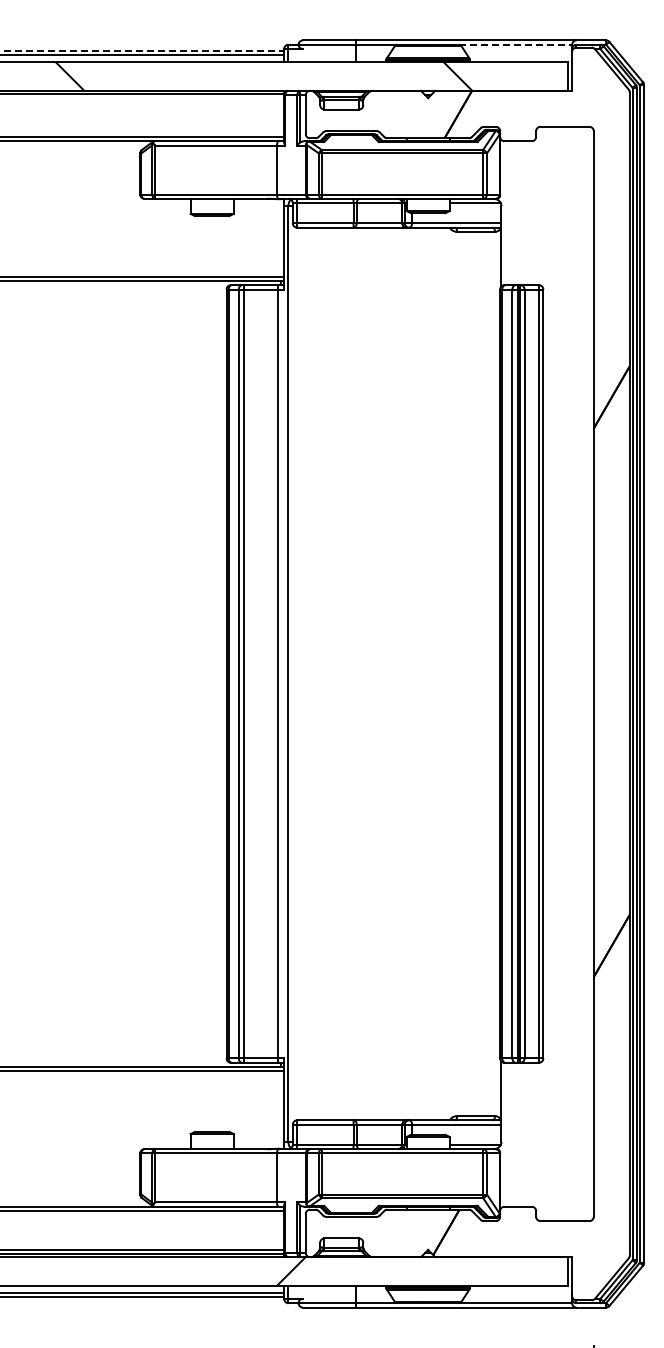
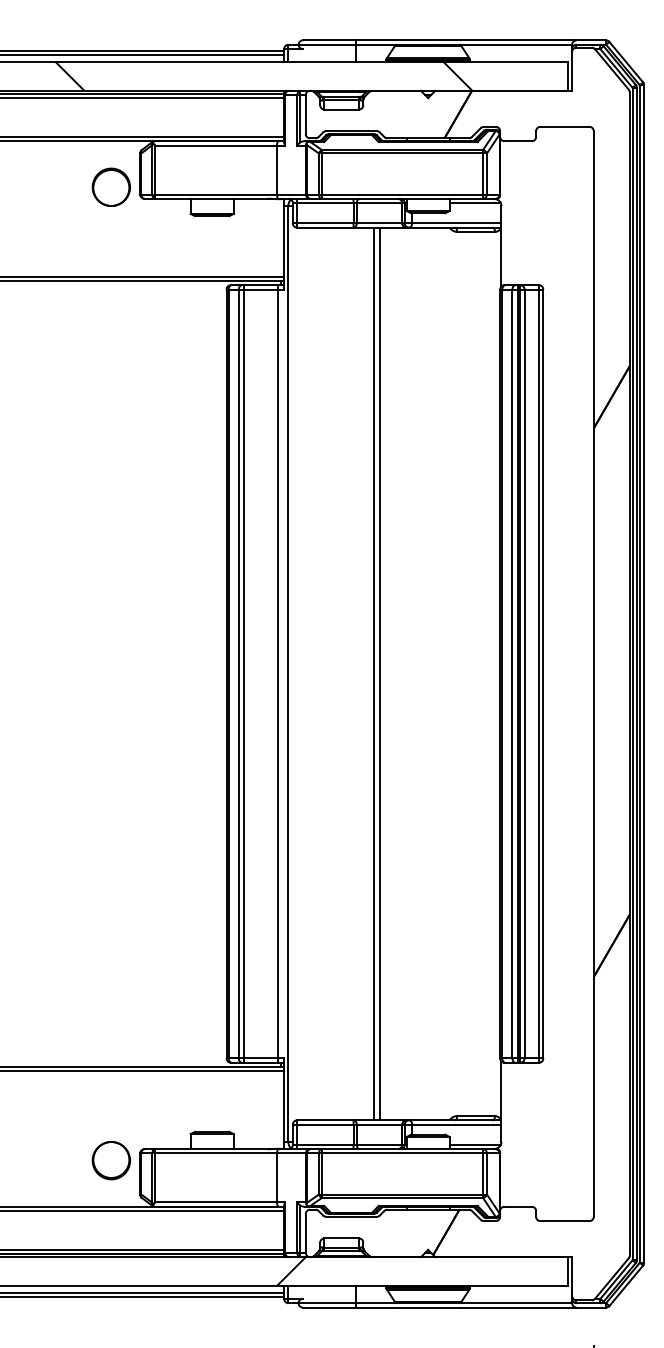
line at (515, 44): dashed -> solid
line at (142, 50): dashed -> solid
line at (143, 98): none -> present
part at (110, 186): none -> present
line at (374, 673): none -> present
line at (380, 673): none -> present
part at (110, 1160): none -> present
